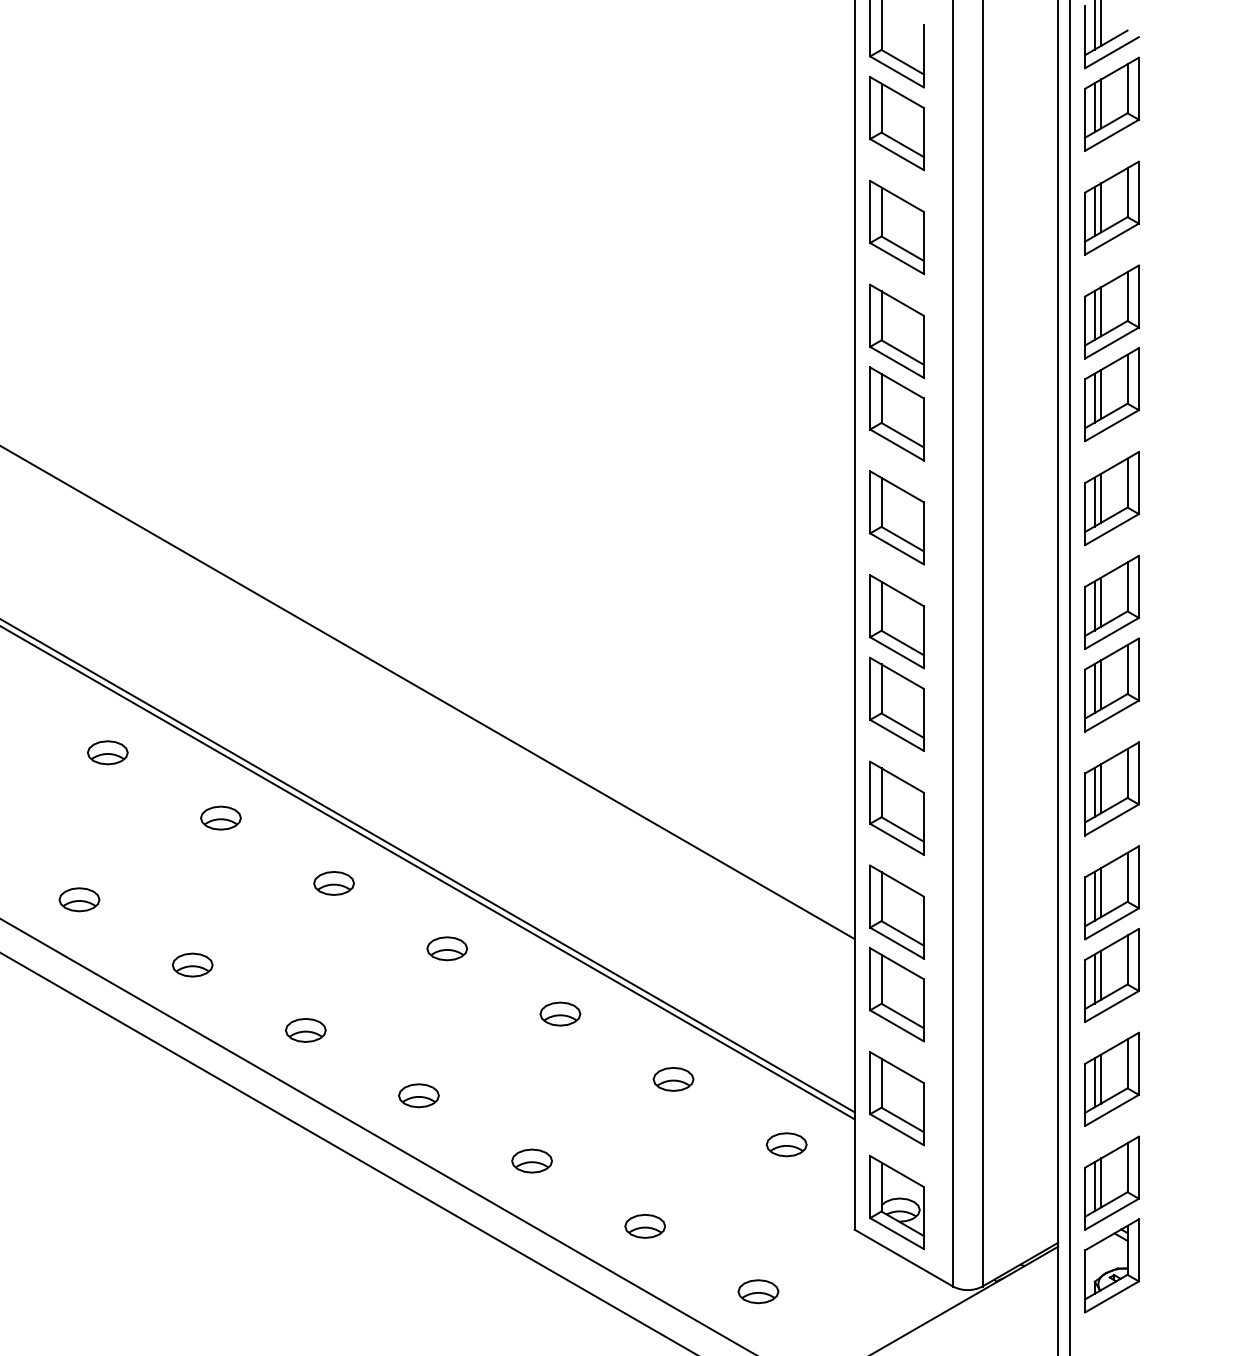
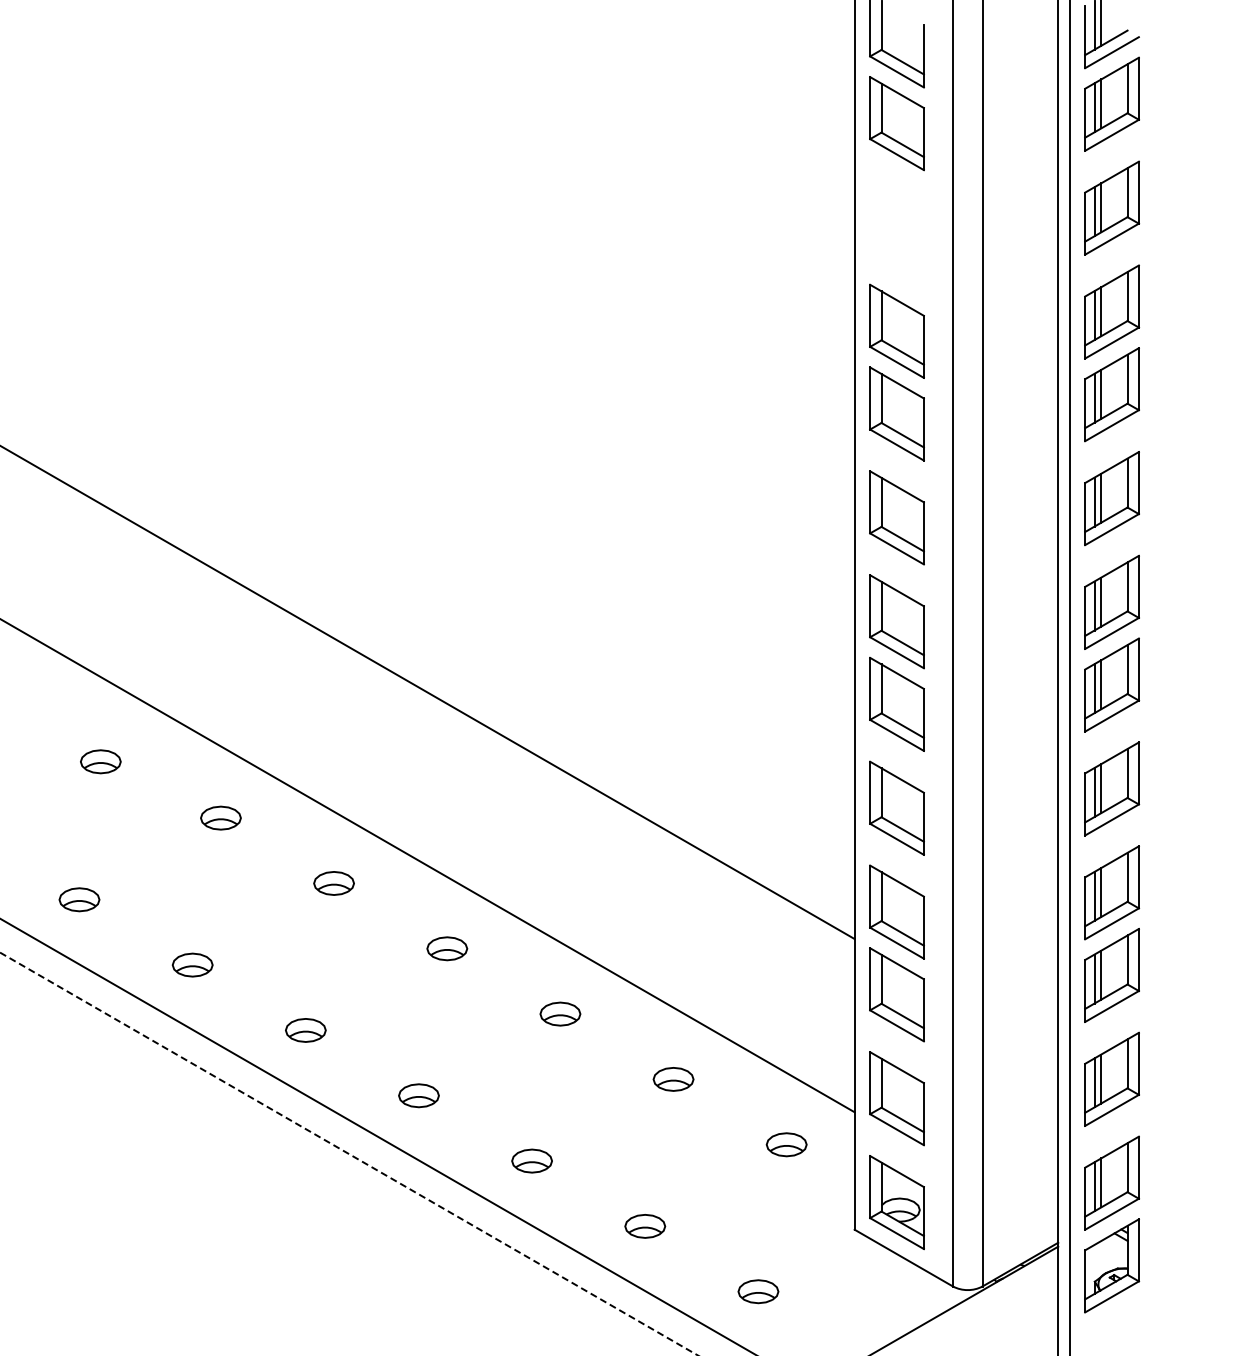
part at (896, 227): present -> none
part at (107, 752) position: (107, 752) -> (100, 761)
line at (428, 873): present -> none
line at (349, 1154): solid -> dashed
